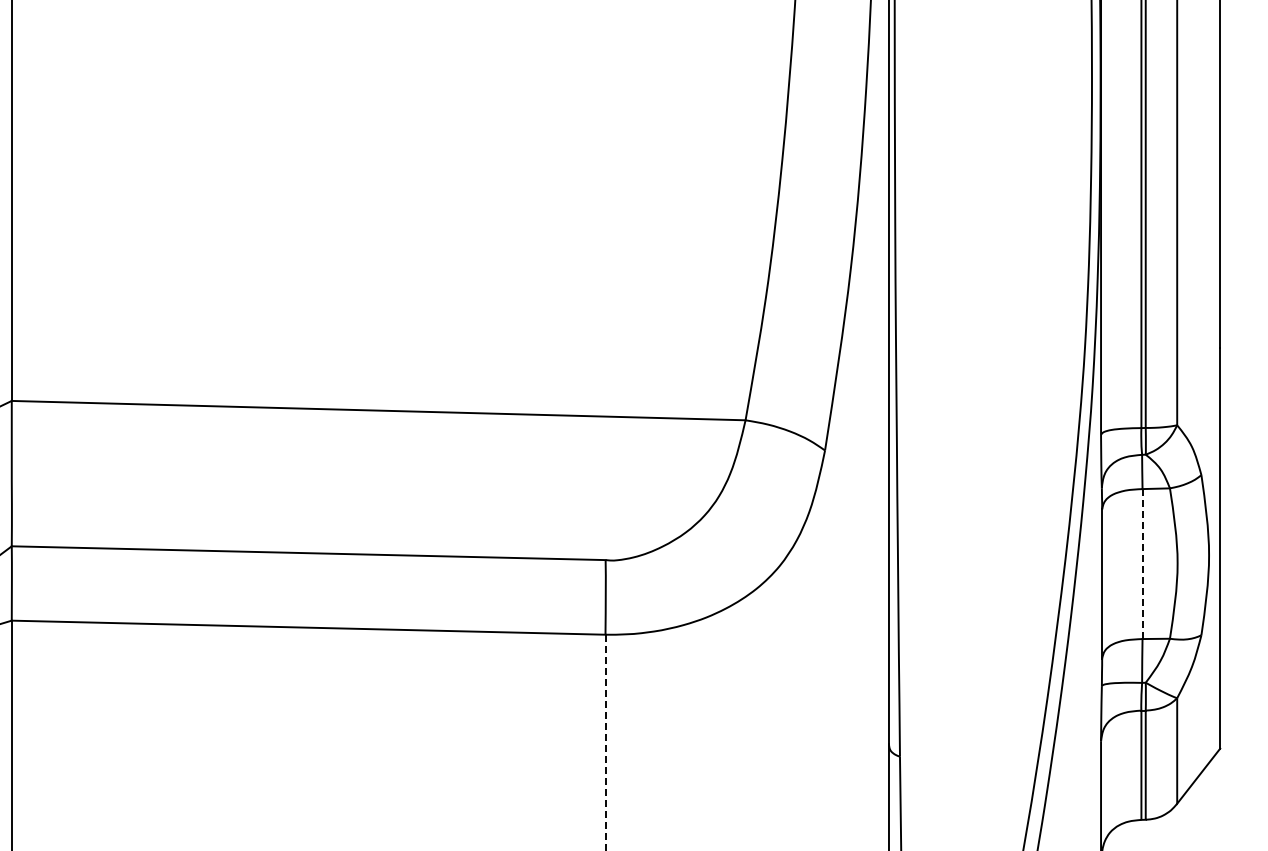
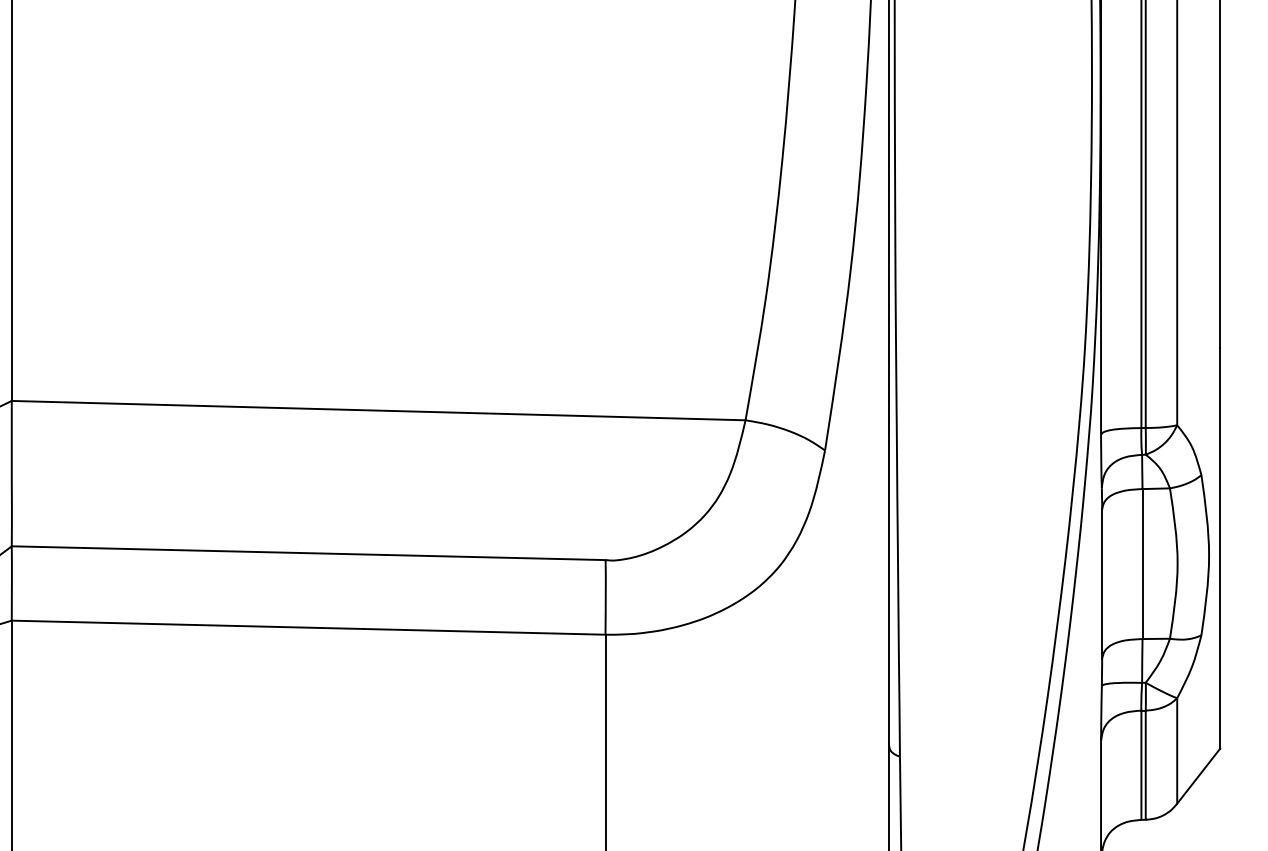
line at (1142, 564): dashed -> solid
line at (605, 742): dashed -> solid
